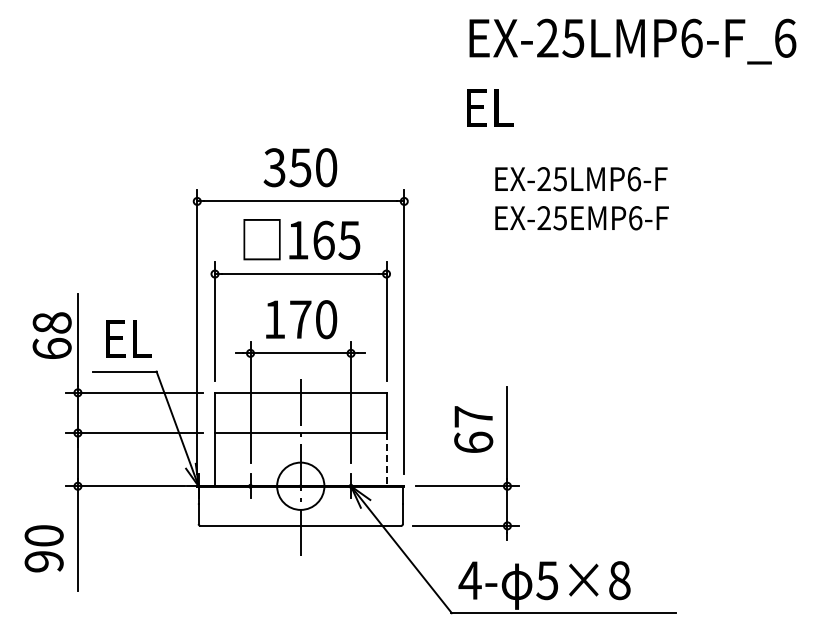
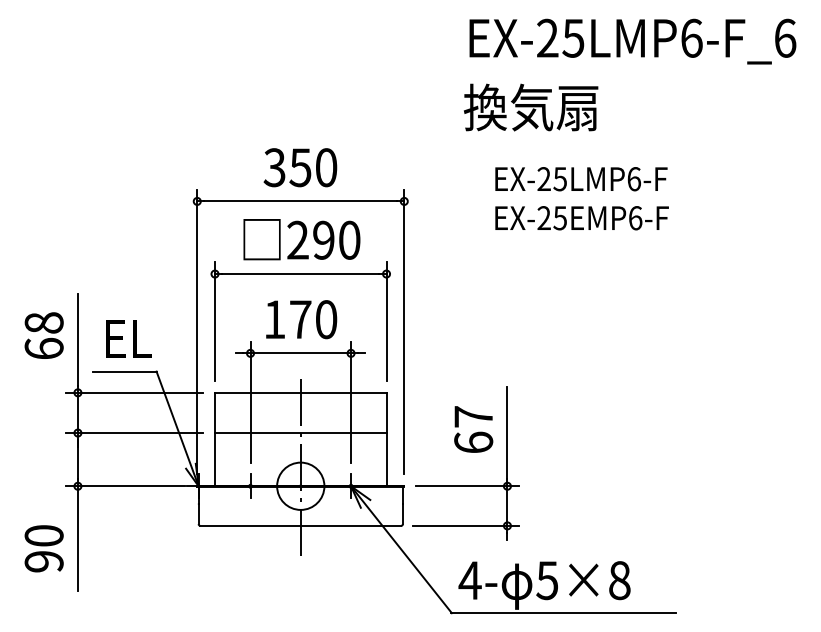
text at (530, 107): EL -> 換気扇
text at (323, 239): 165 -> 290
text at (51, 335) position: (51, 335) -> (43, 335)
line at (386, 459): dashed -> solid
